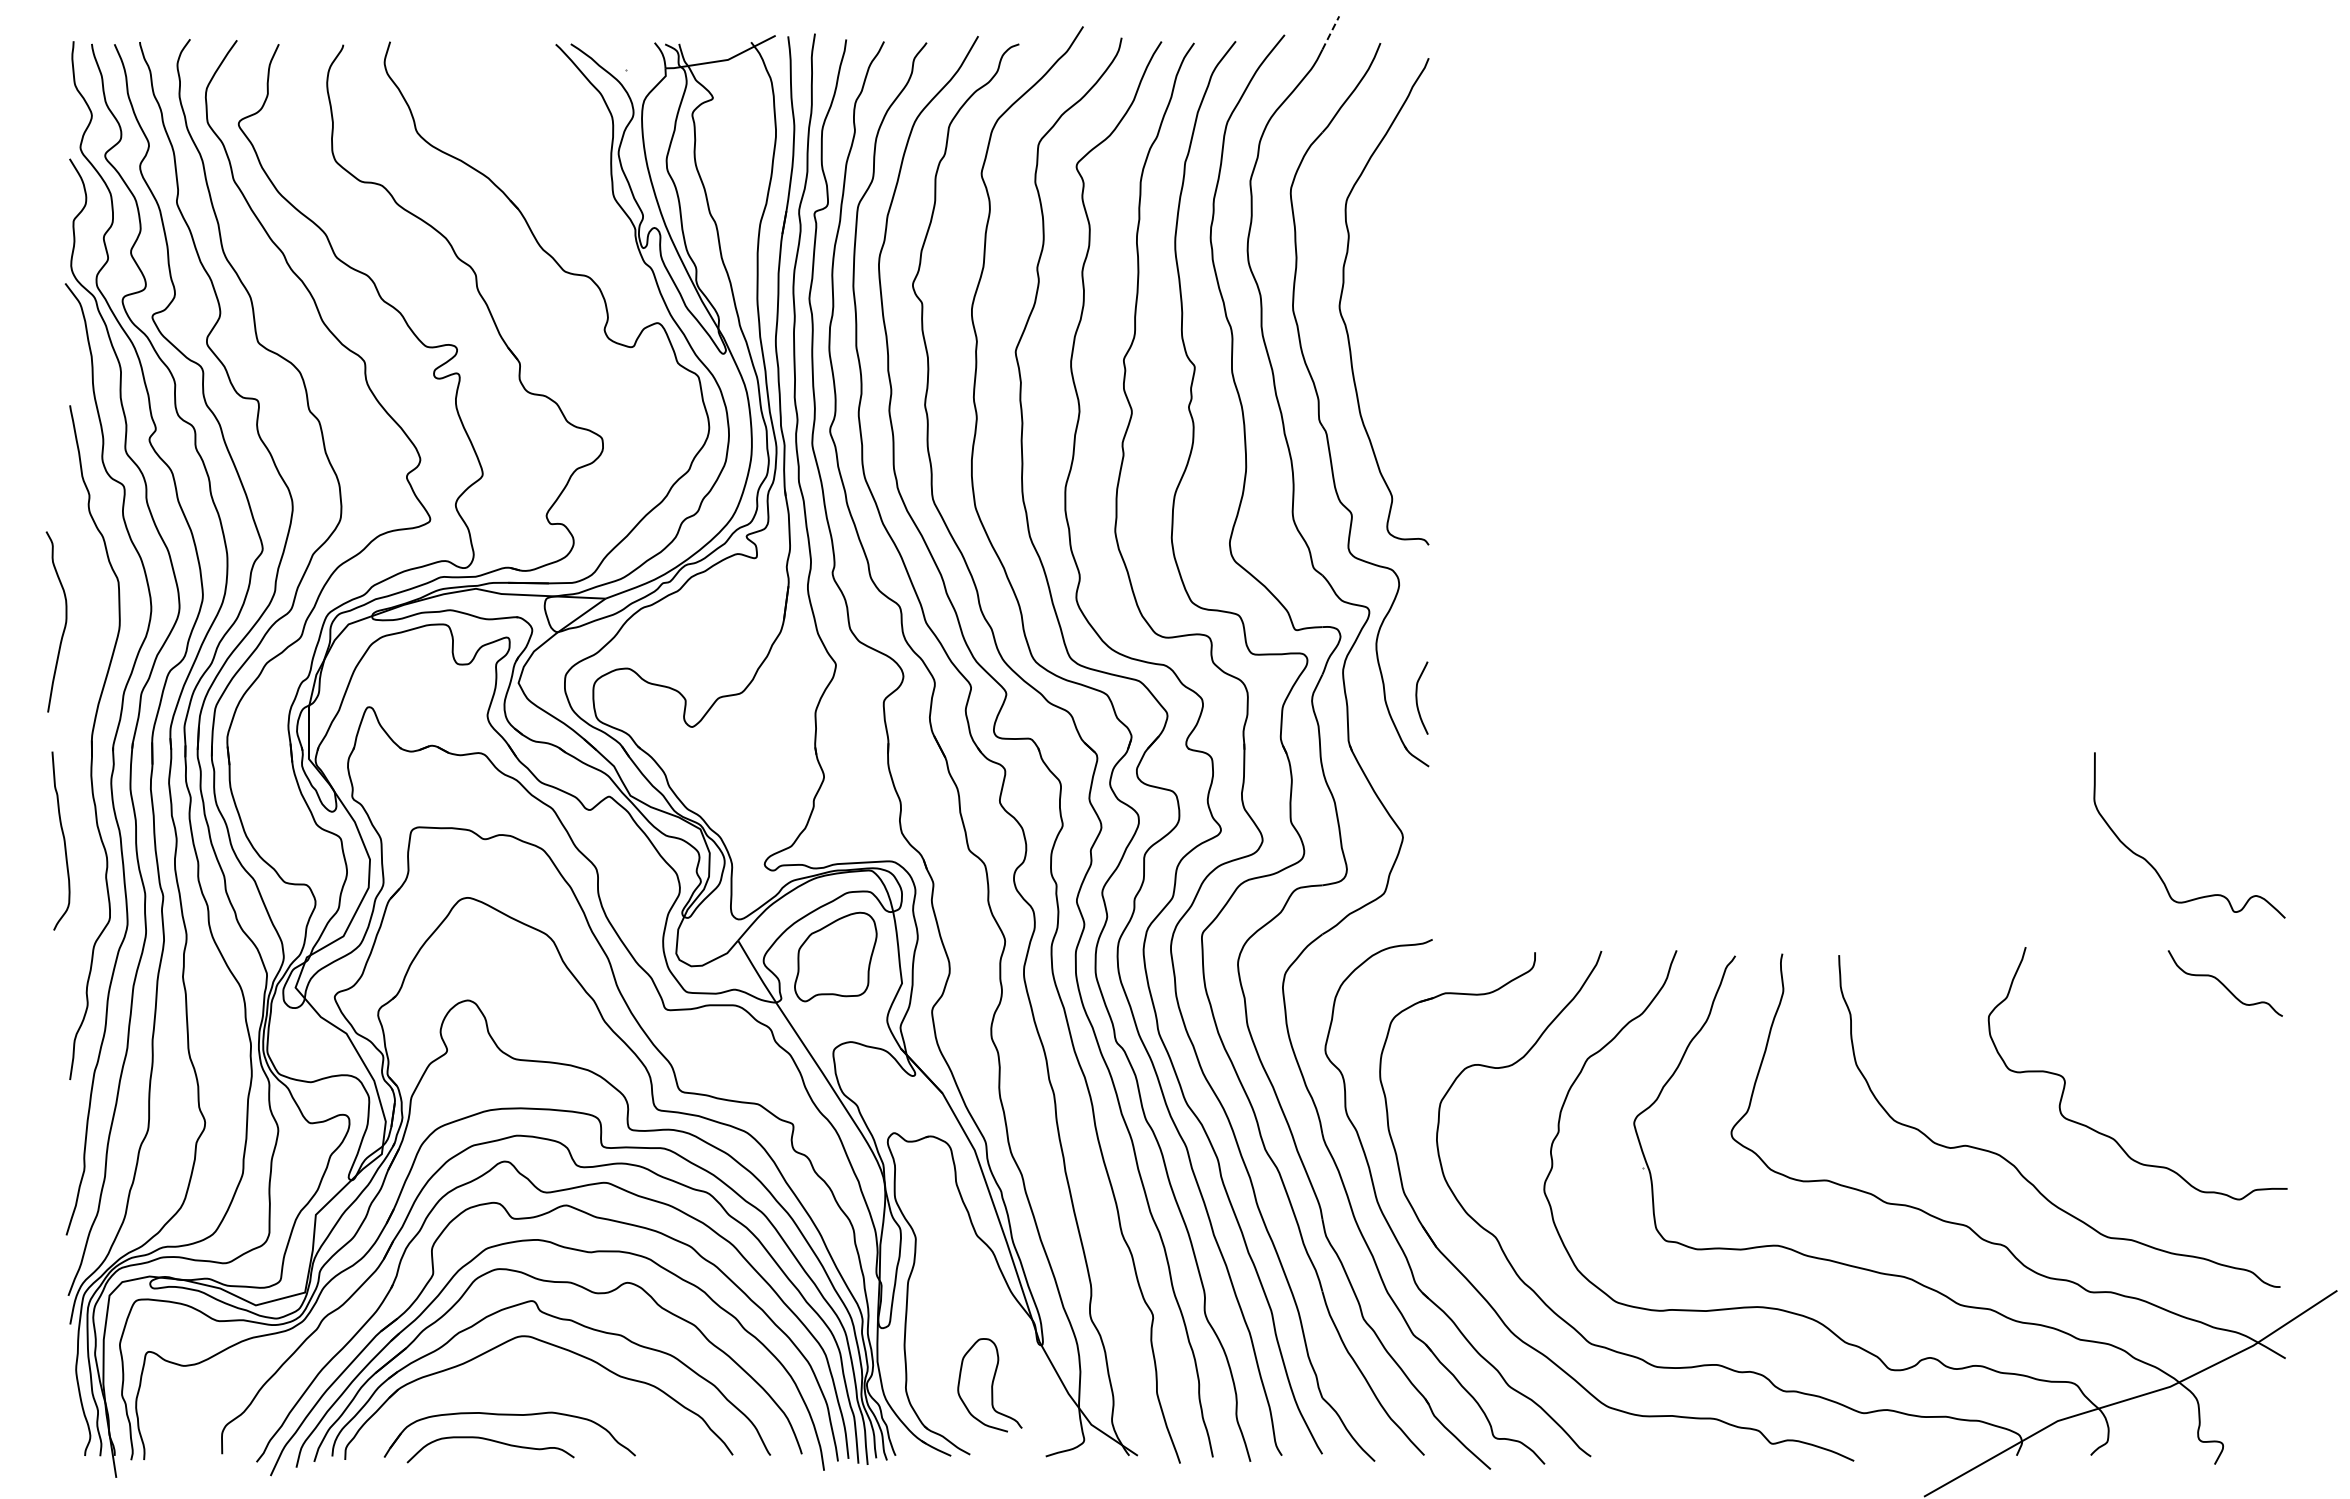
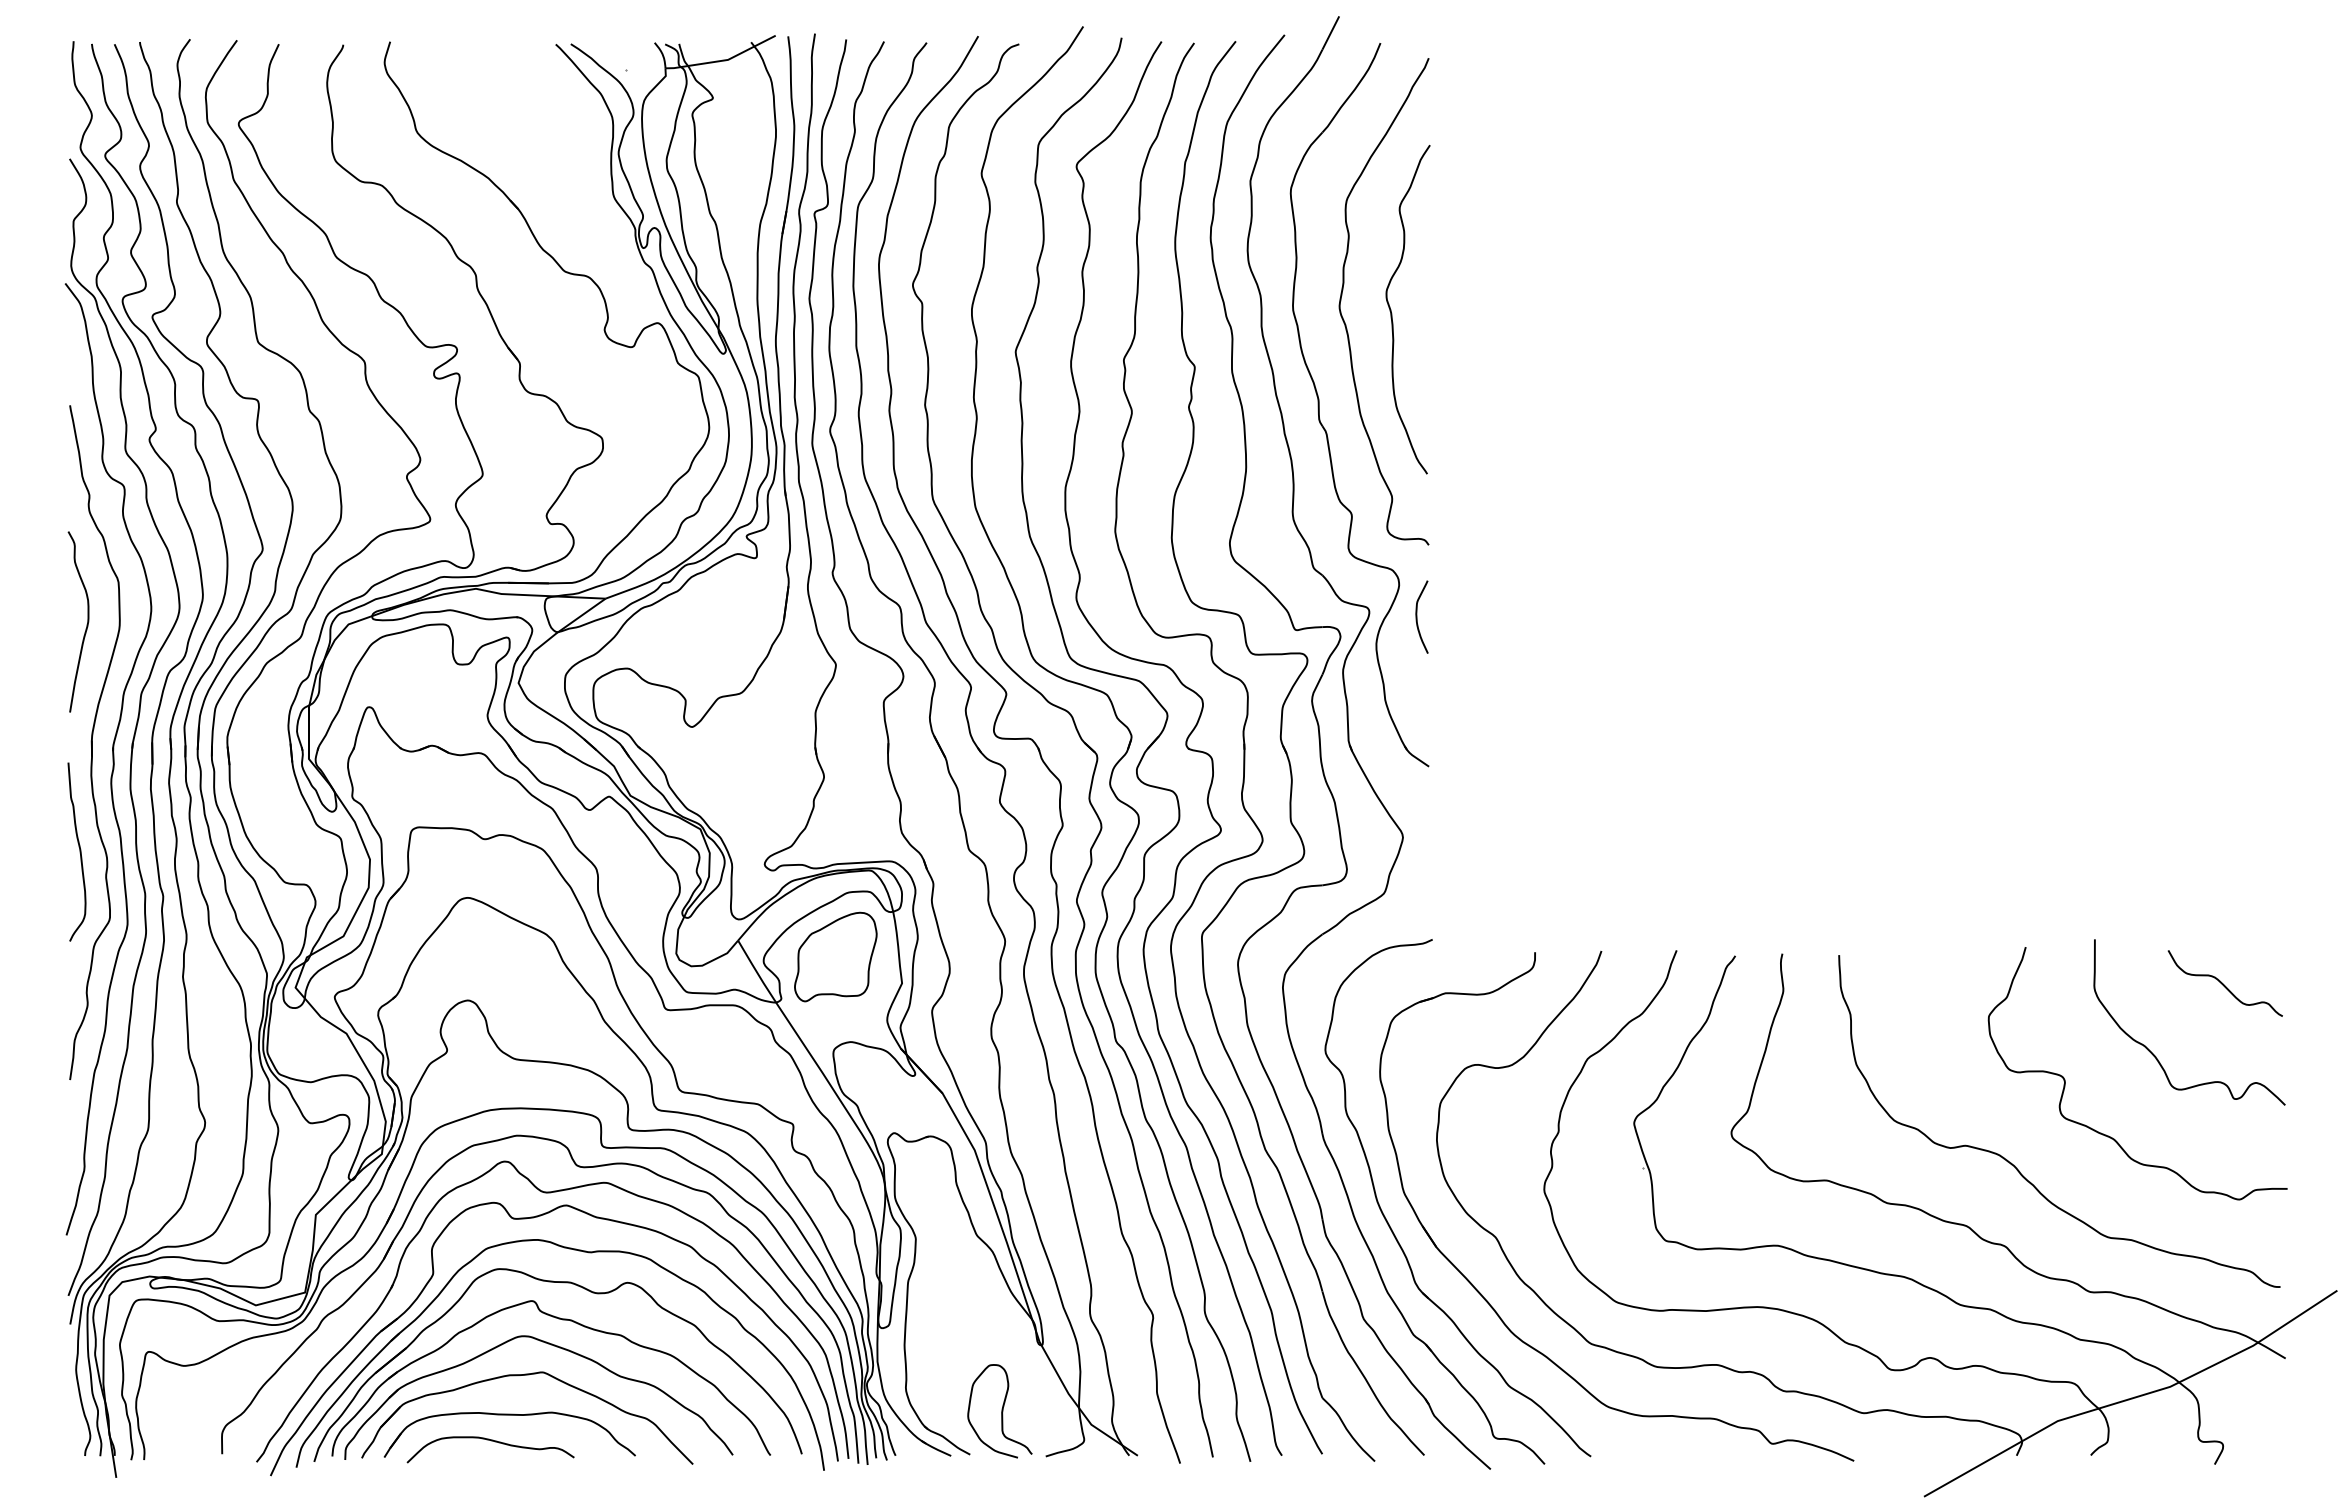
line at (1330, 33): dashed -> solid
curve at (1392, 313): none -> present
curve at (64, 624) position: (64, 624) -> (86, 624)
curve at (1417, 697) position: (1417, 697) -> (1417, 616)
curve at (63, 840) position: (63, 840) -> (79, 851)
curve at (2155, 868) position: (2155, 868) -> (2155, 1055)
part at (527, 1375): none -> present
curve at (991, 1385) position: (991, 1385) -> (1001, 1411)
